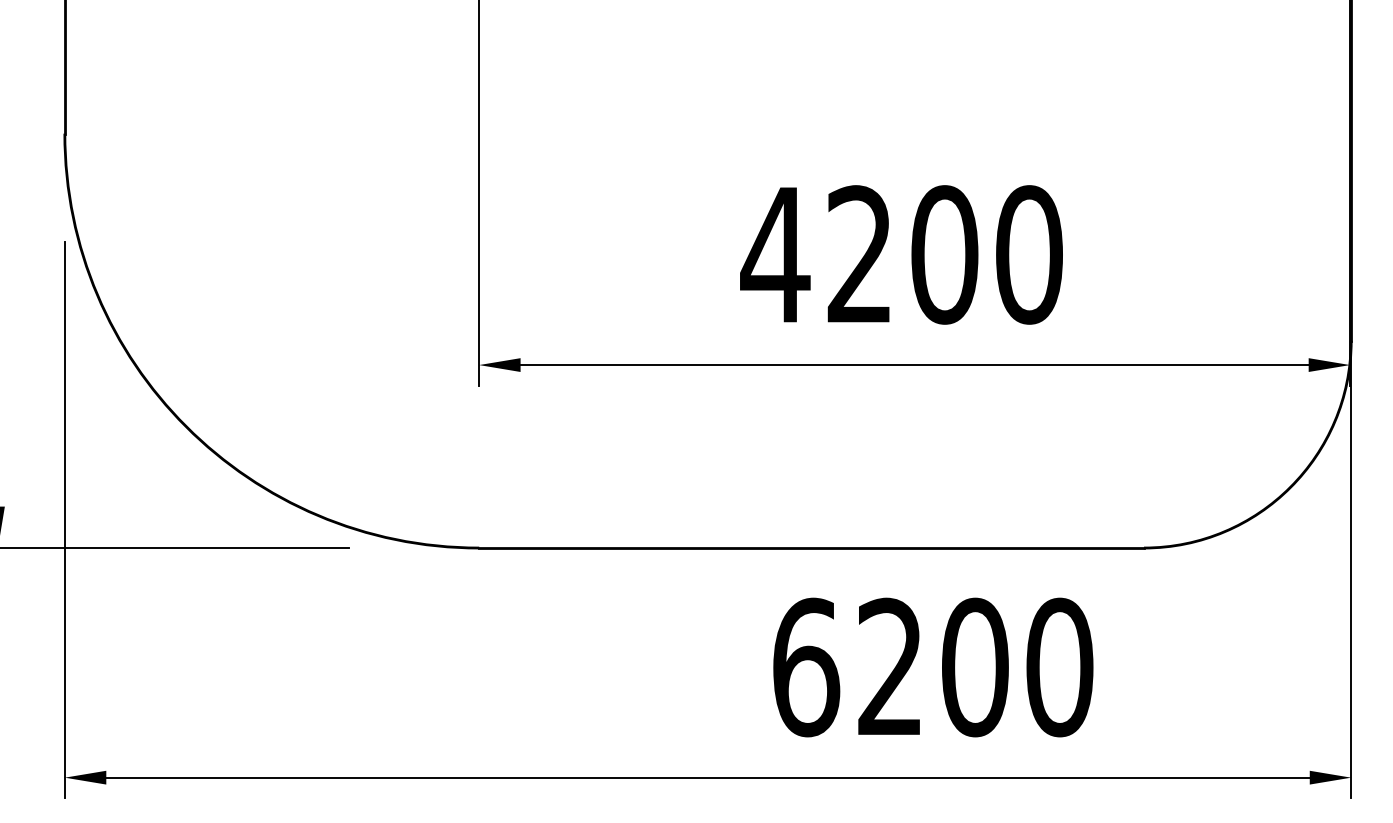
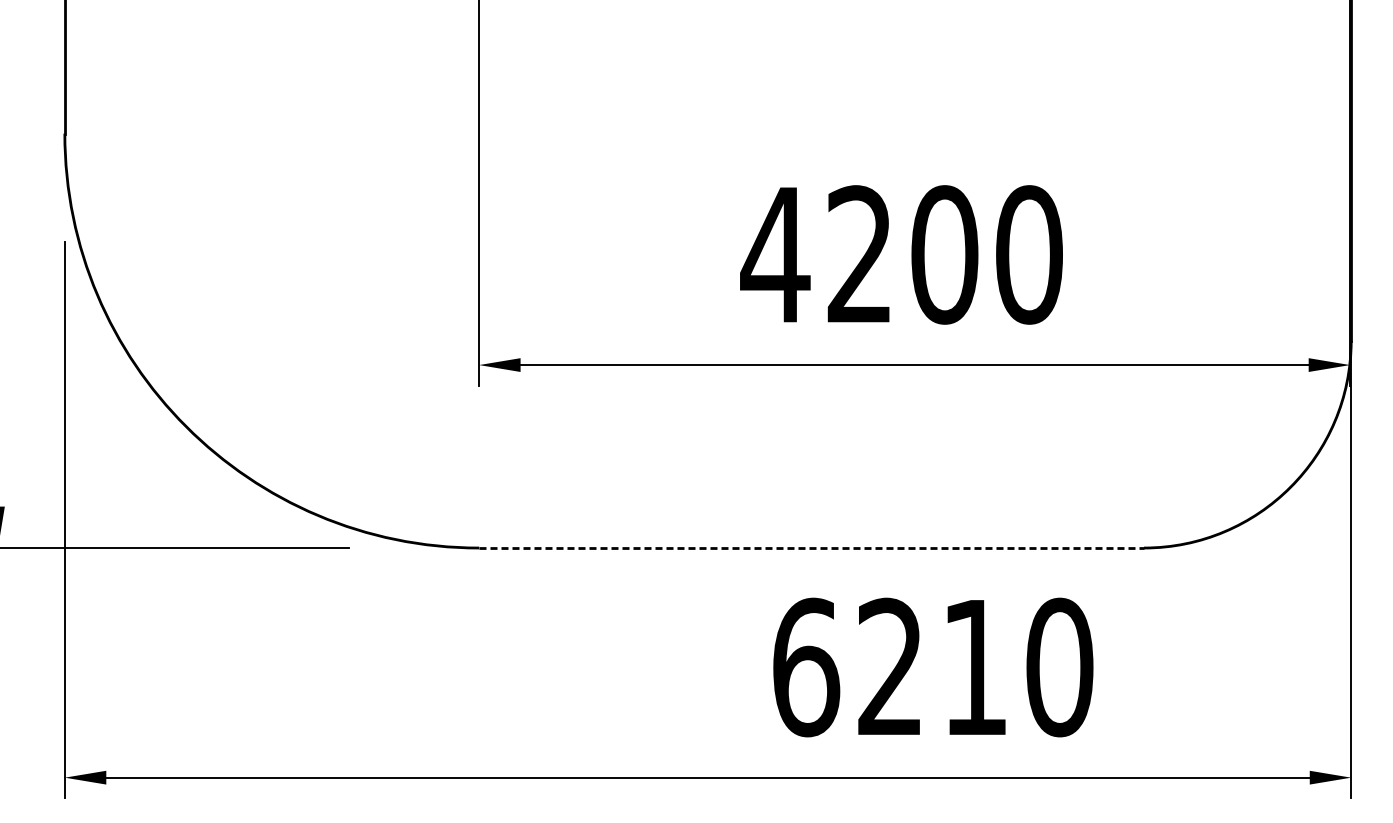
line at (812, 548): solid -> dashed
text at (975, 667): 6200 -> 6210
